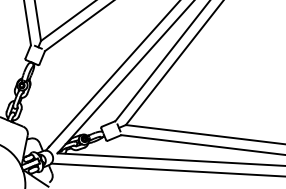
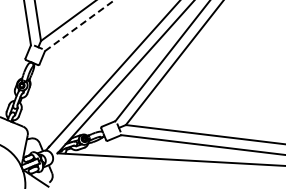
line at (79, 25): solid -> dashed
line at (166, 169): present -> none
